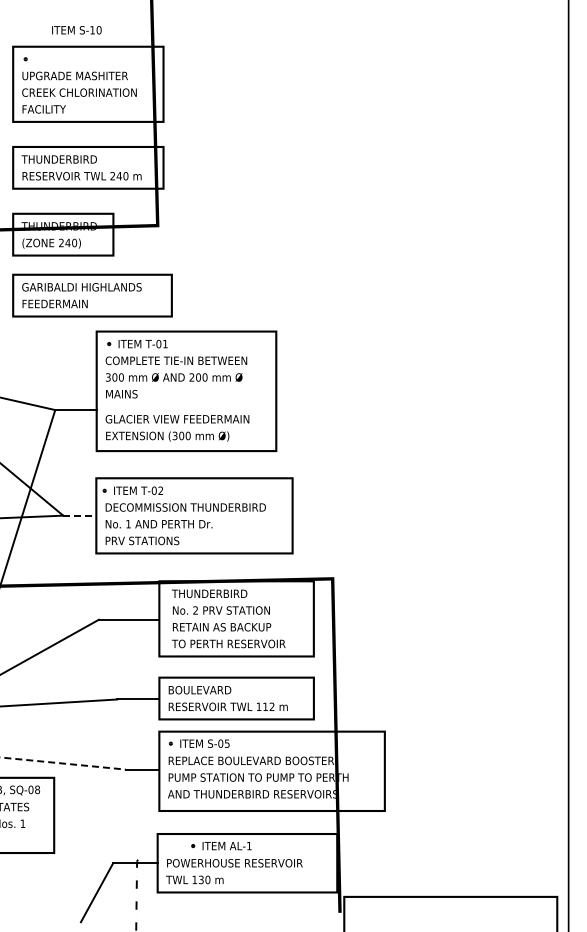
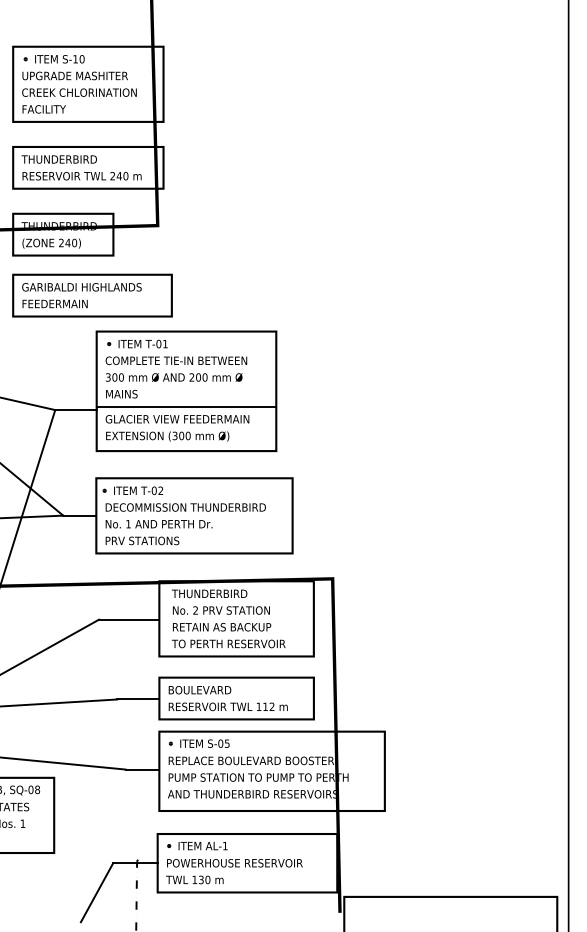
text at (76, 30) position: (76, 30) -> (59, 59)
line at (186, 406): none -> present
line at (79, 515): dashed -> solid
line at (63, 763): dashed -> solid
text at (221, 846) position: (221, 846) -> (197, 846)
